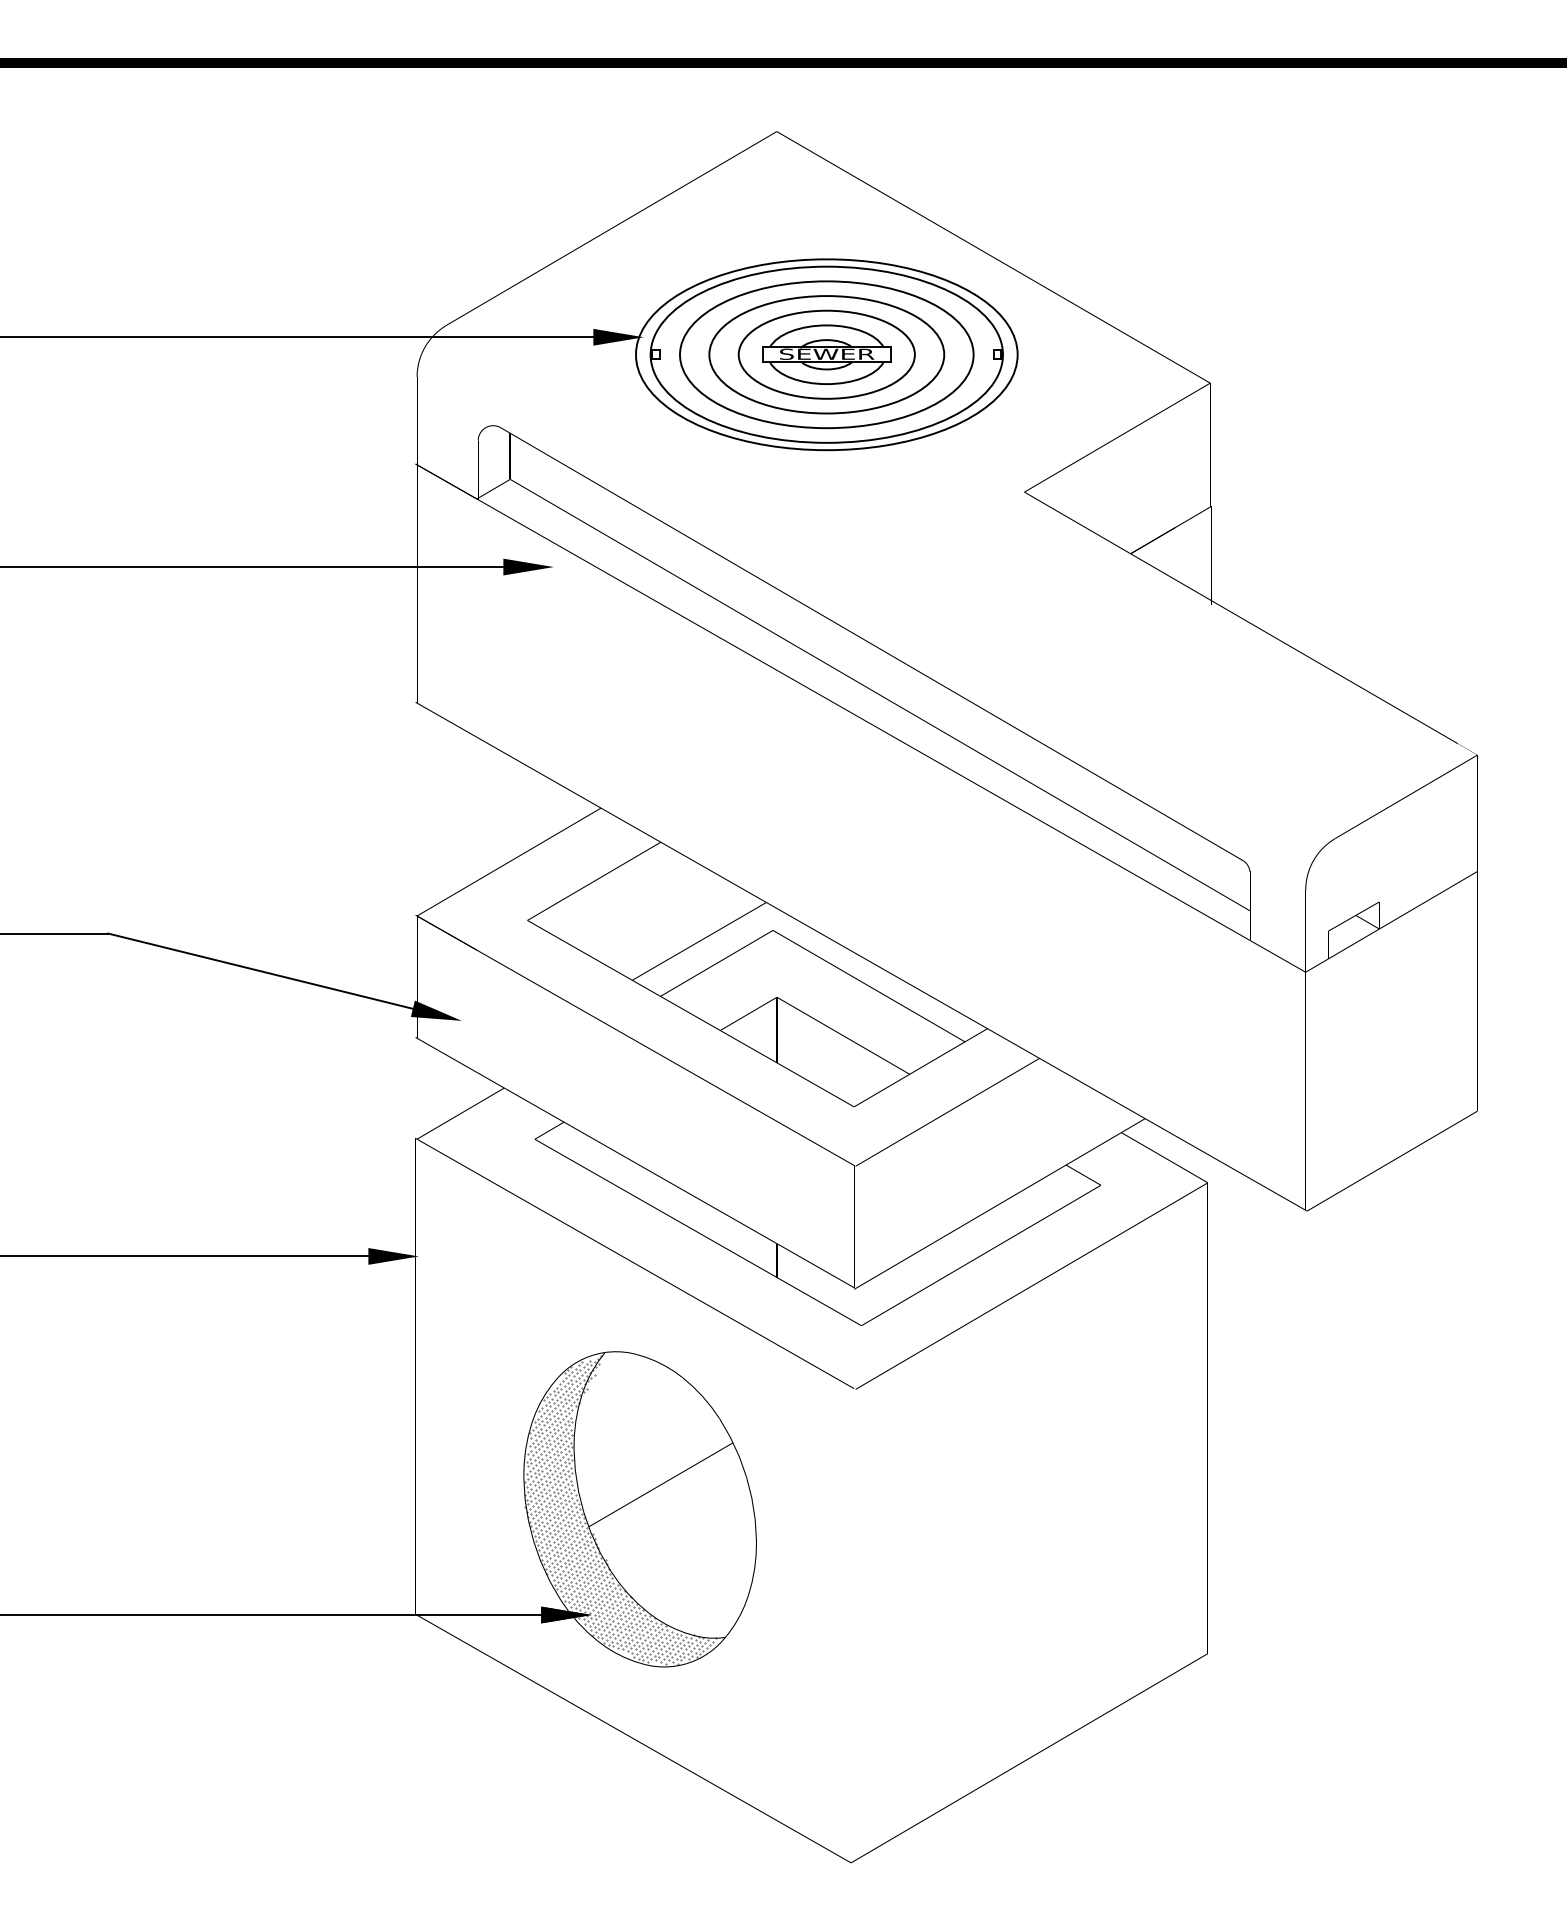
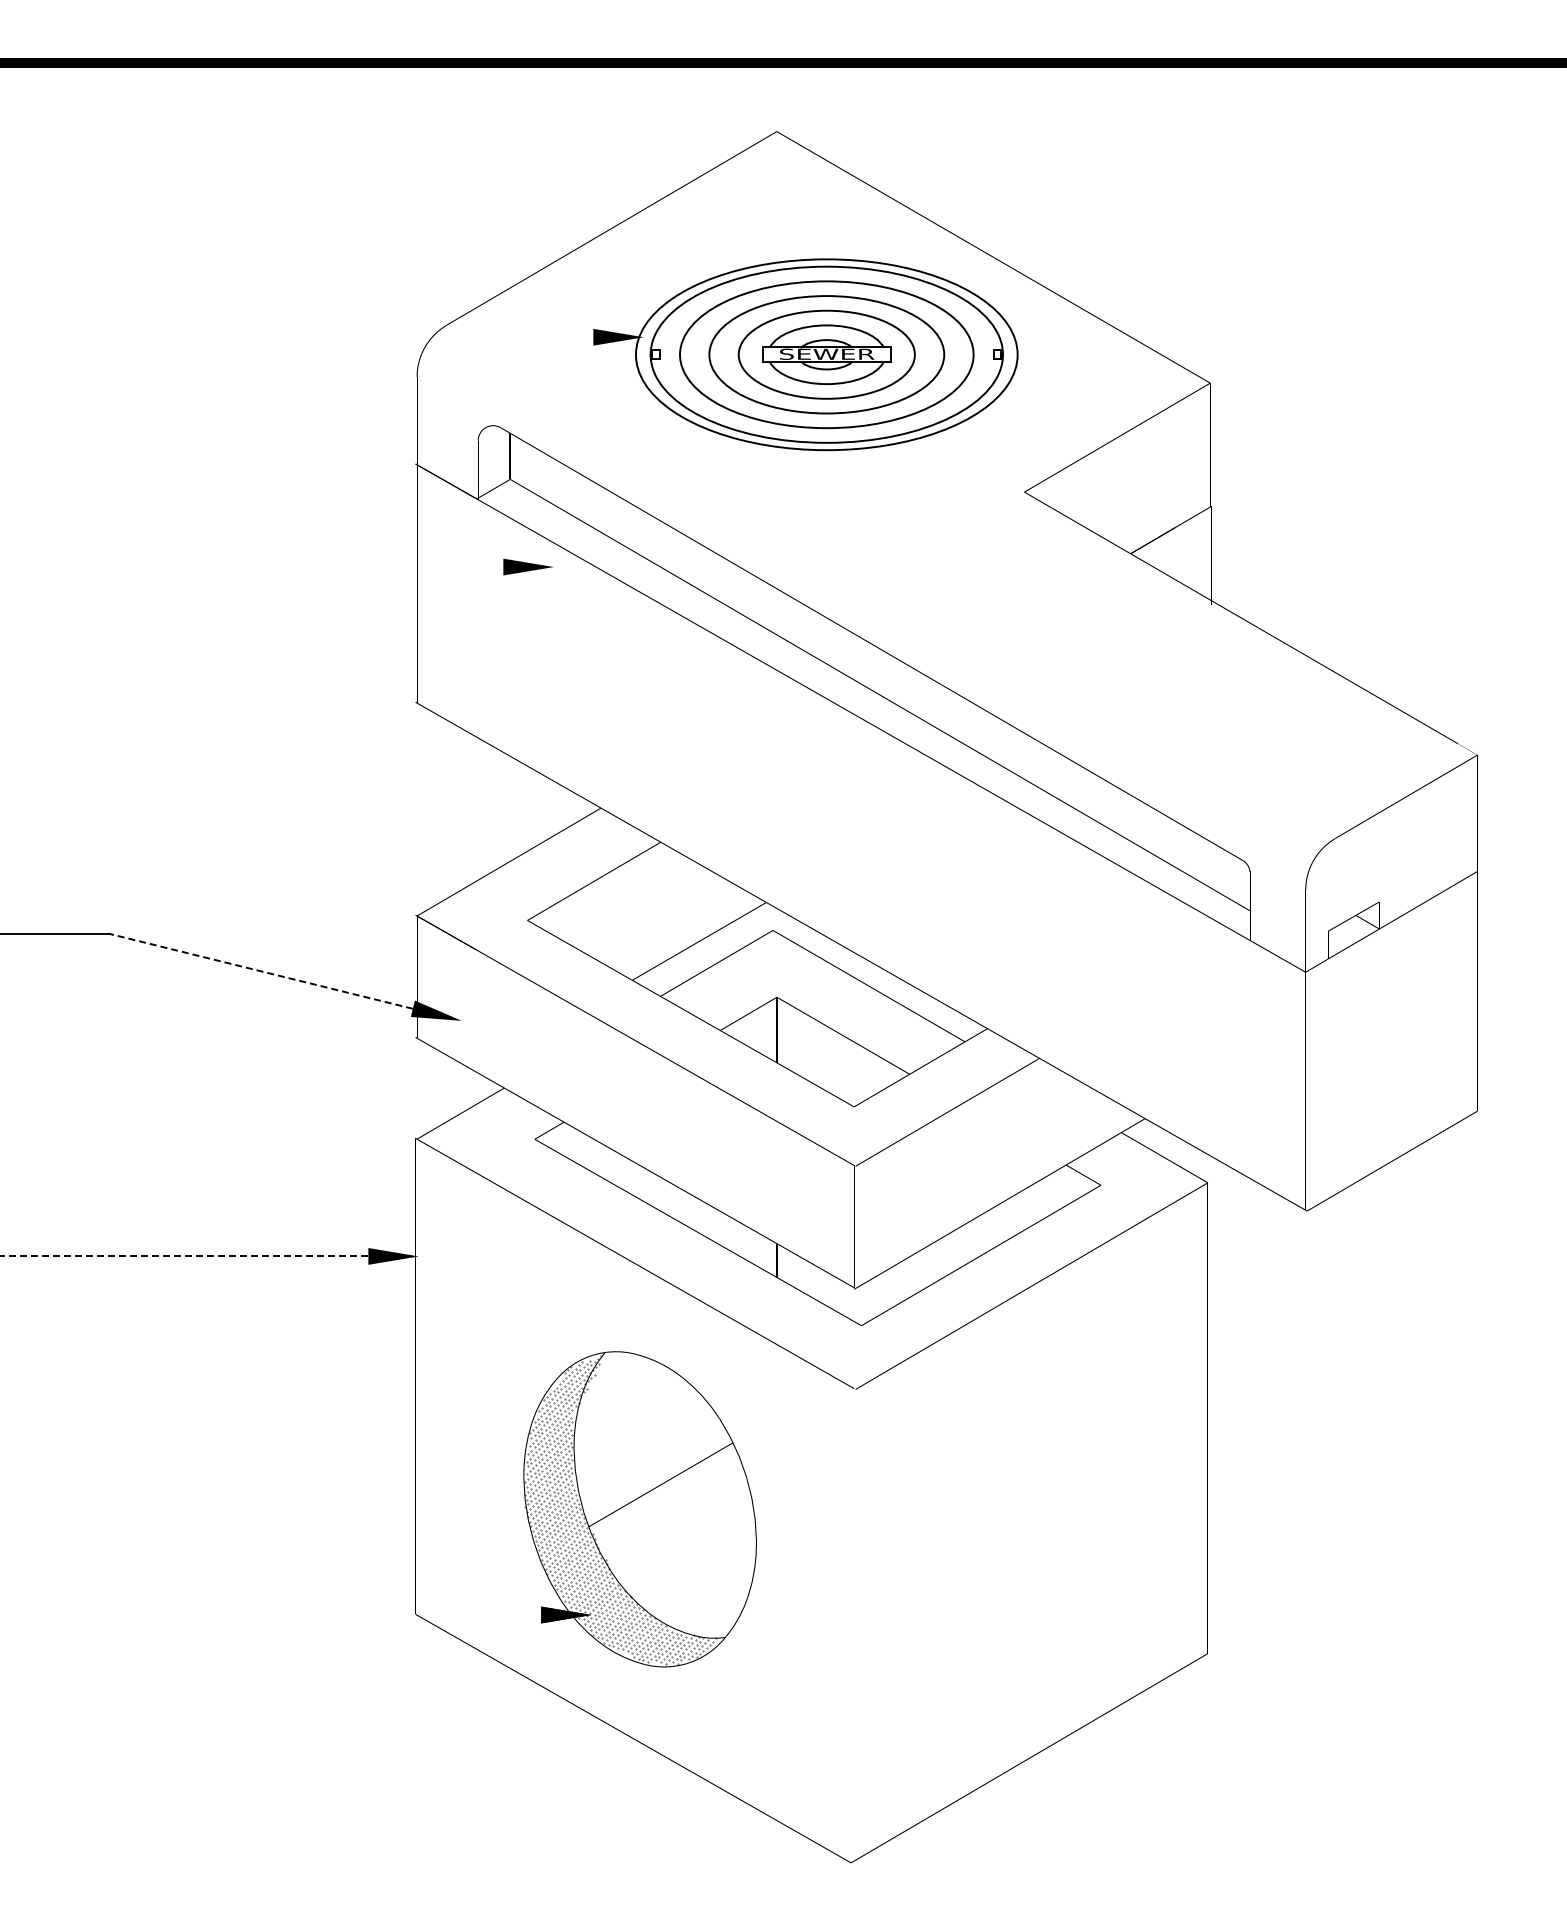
line at (297, 337): present -> none
line at (252, 567): present -> none
line at (260, 971): solid -> dashed
line at (184, 1256): solid -> dashed
line at (271, 1615): present -> none
